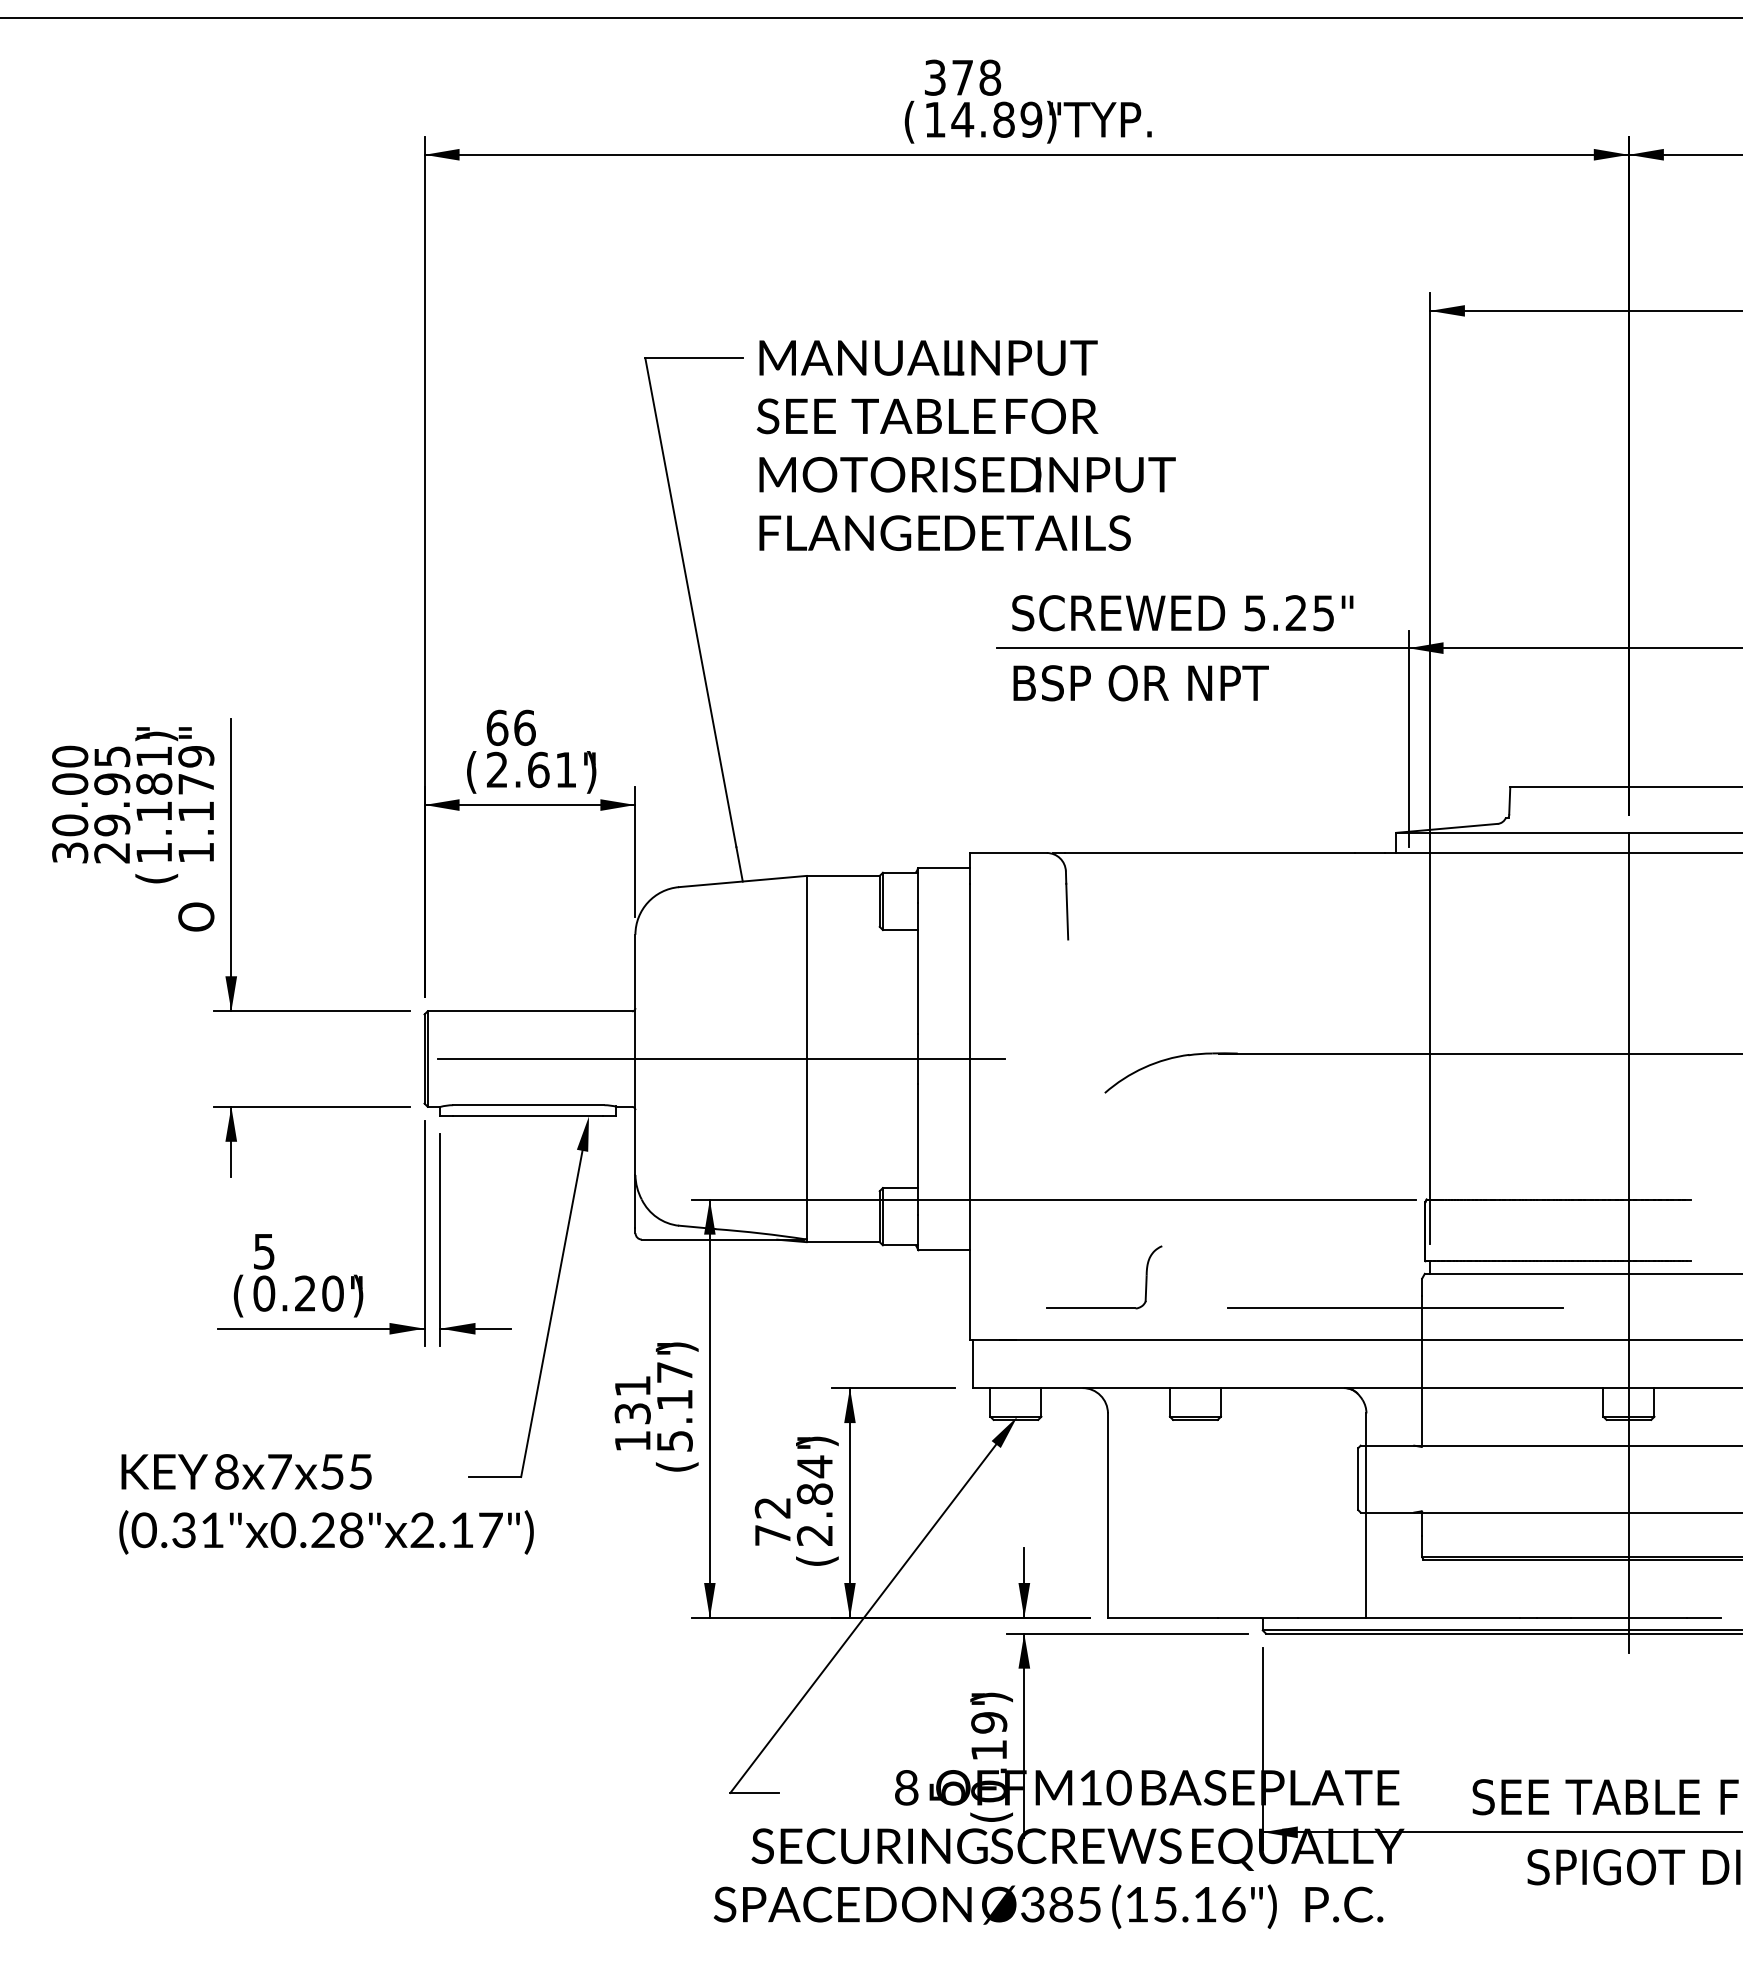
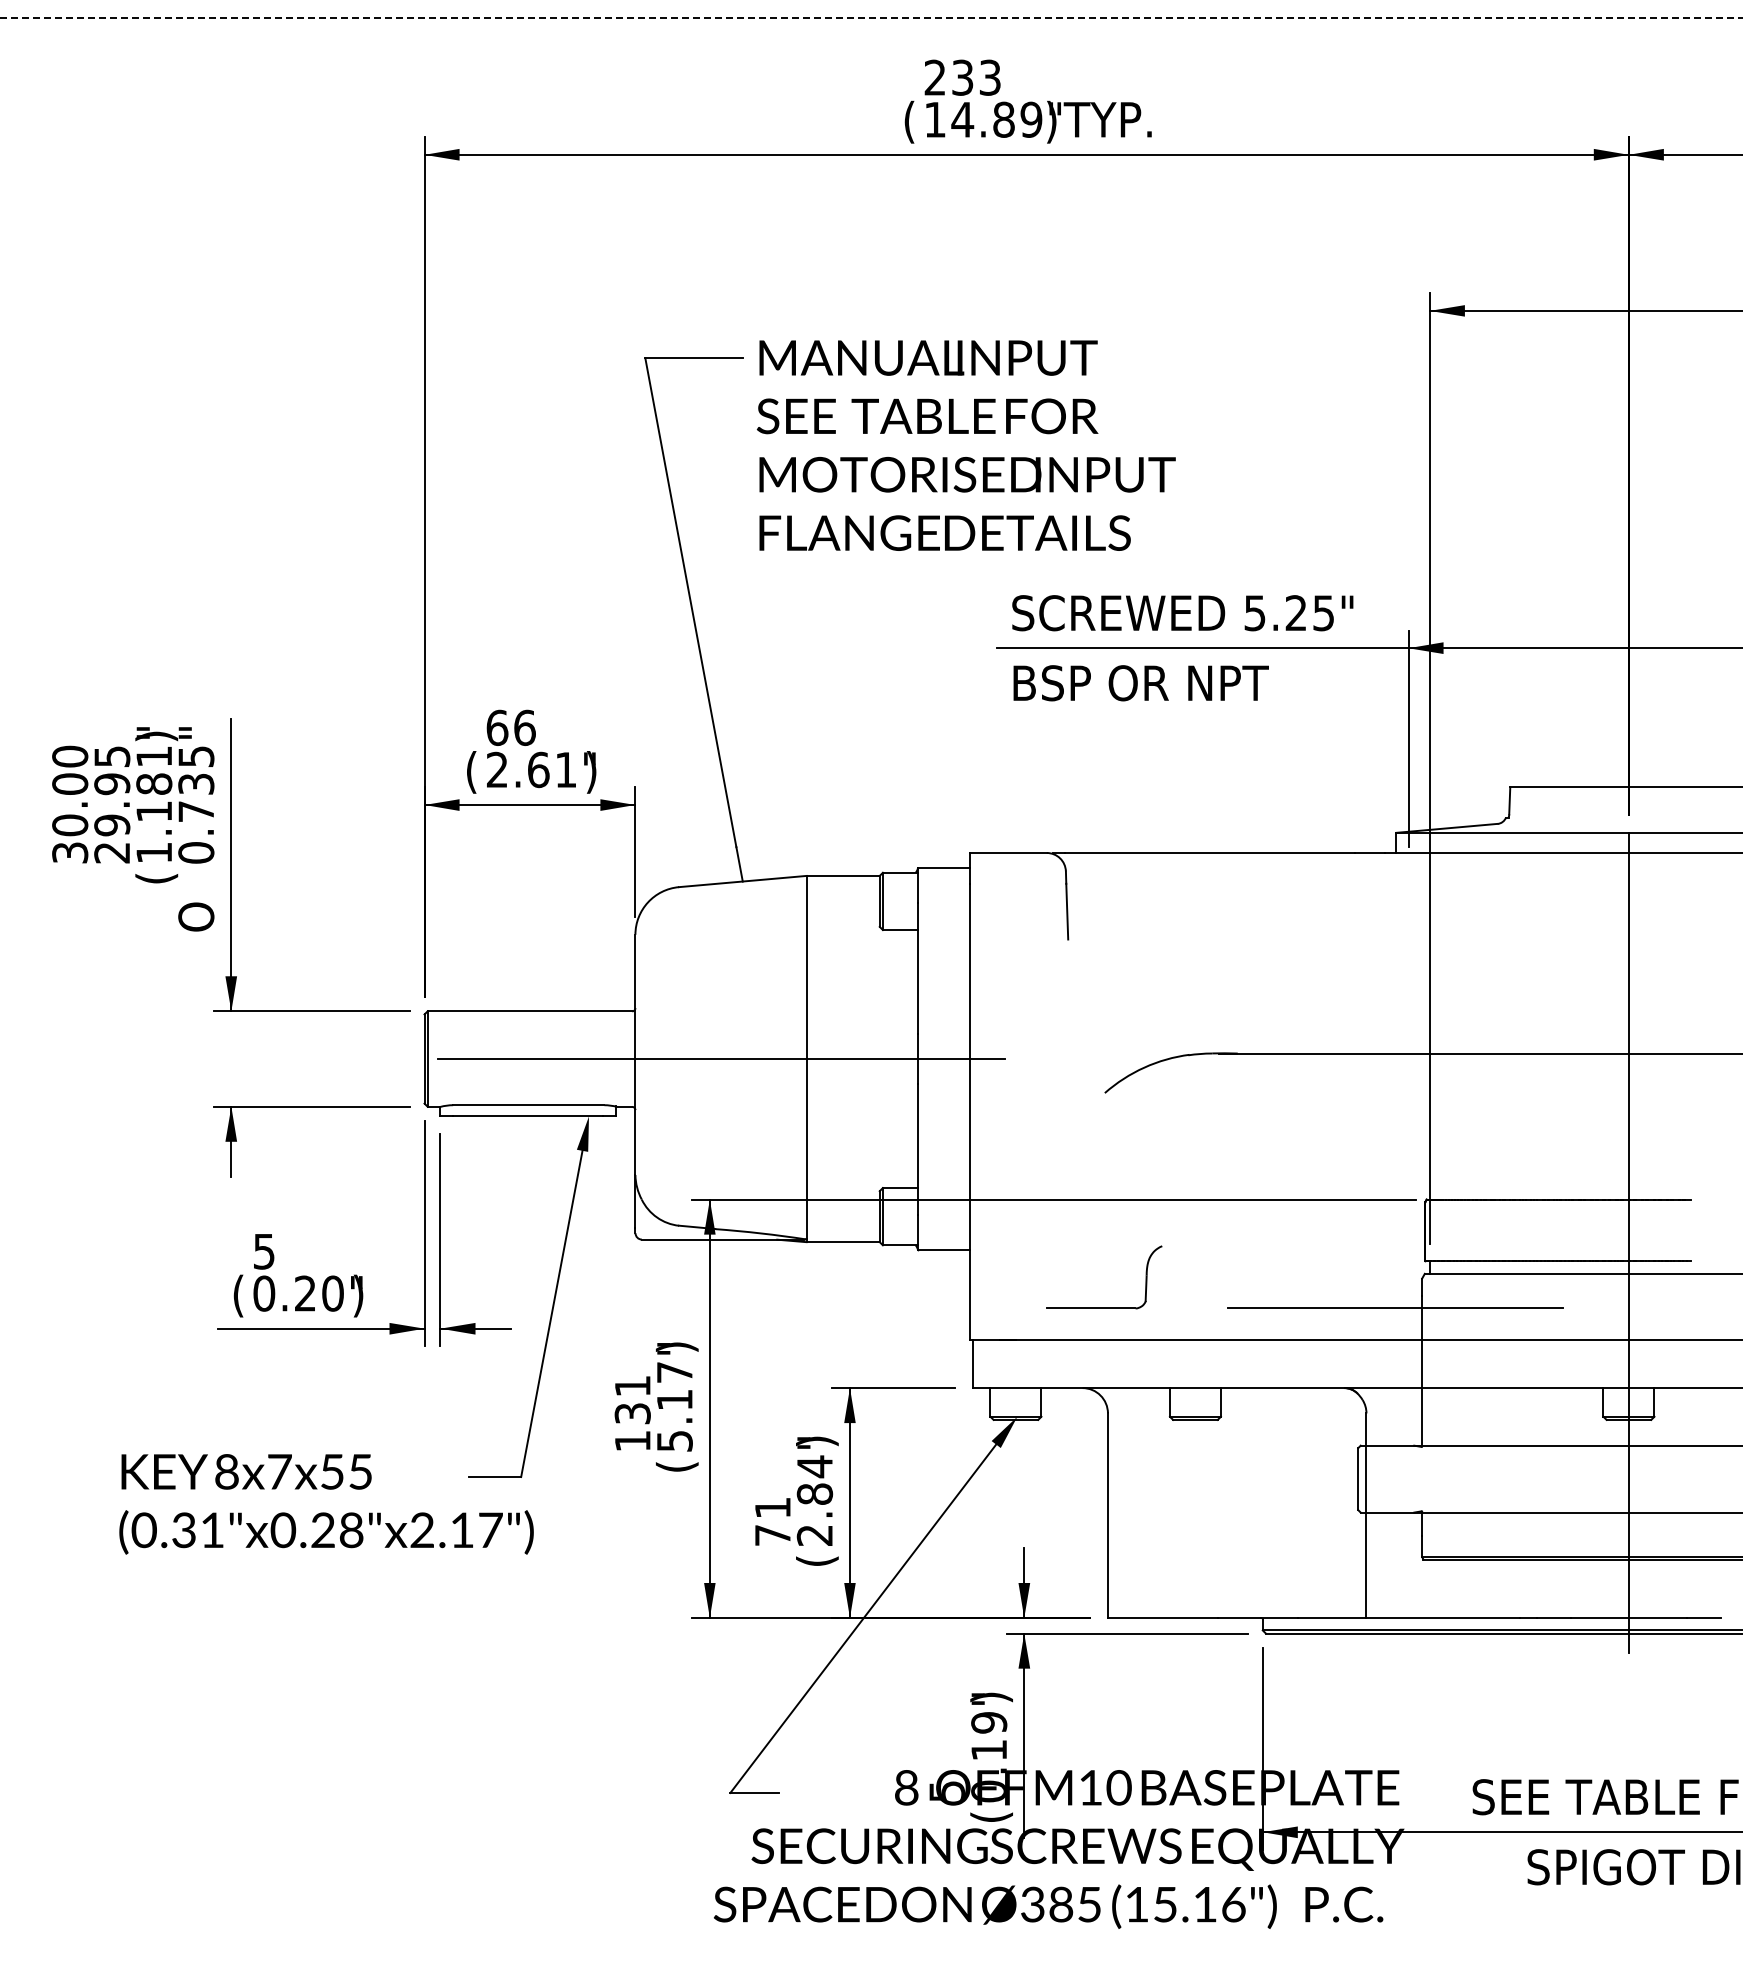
line at (871, 18): solid -> dashed
text at (962, 77): 378 -> 233
text at (196, 804): 1.179" -> 0.735"
text at (772, 1508): 72 -> 71
